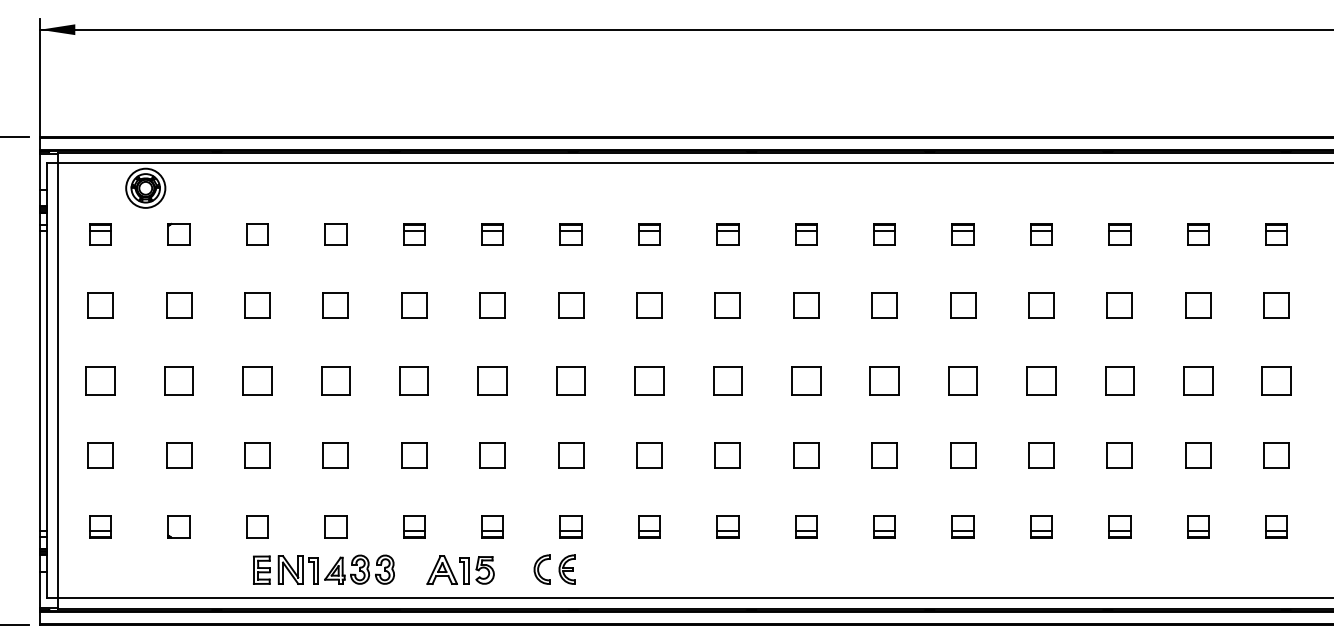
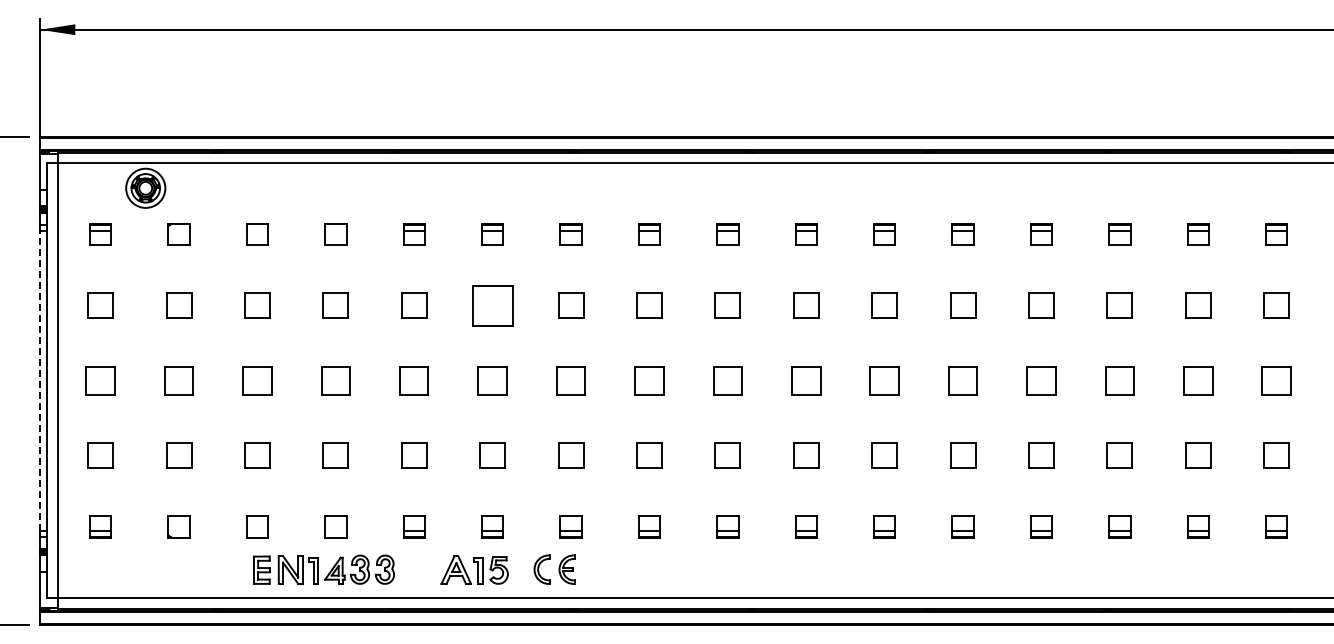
part at (492, 305) size: 27x27 px -> 42x42 px
line at (40, 380): solid -> dashed
part at (460, 569) position: (460, 569) -> (474, 569)
